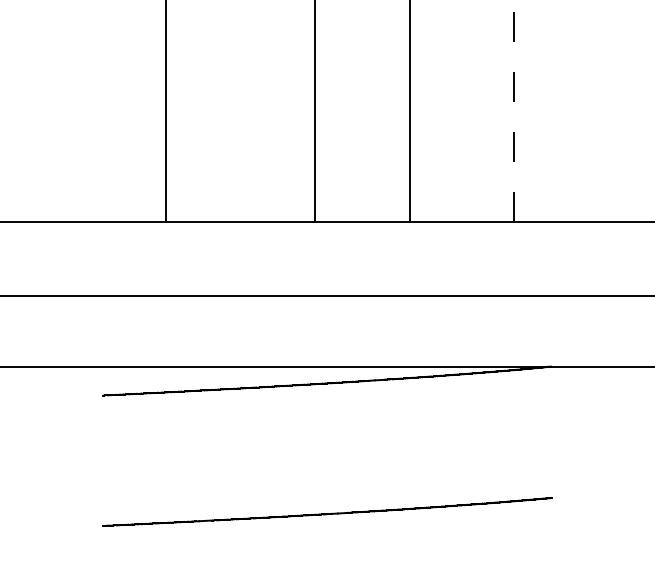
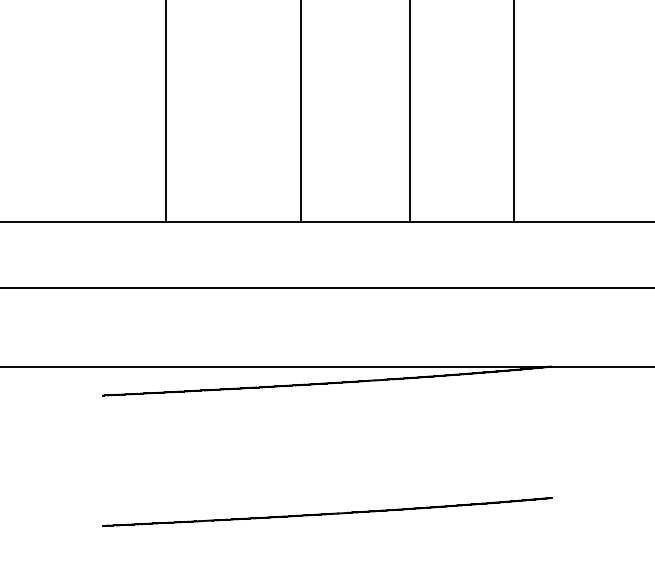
line at (513, 111): dashed -> solid
line at (314, 112) position: (314, 112) -> (300, 112)
line at (326, 295) position: (326, 295) -> (326, 287)
